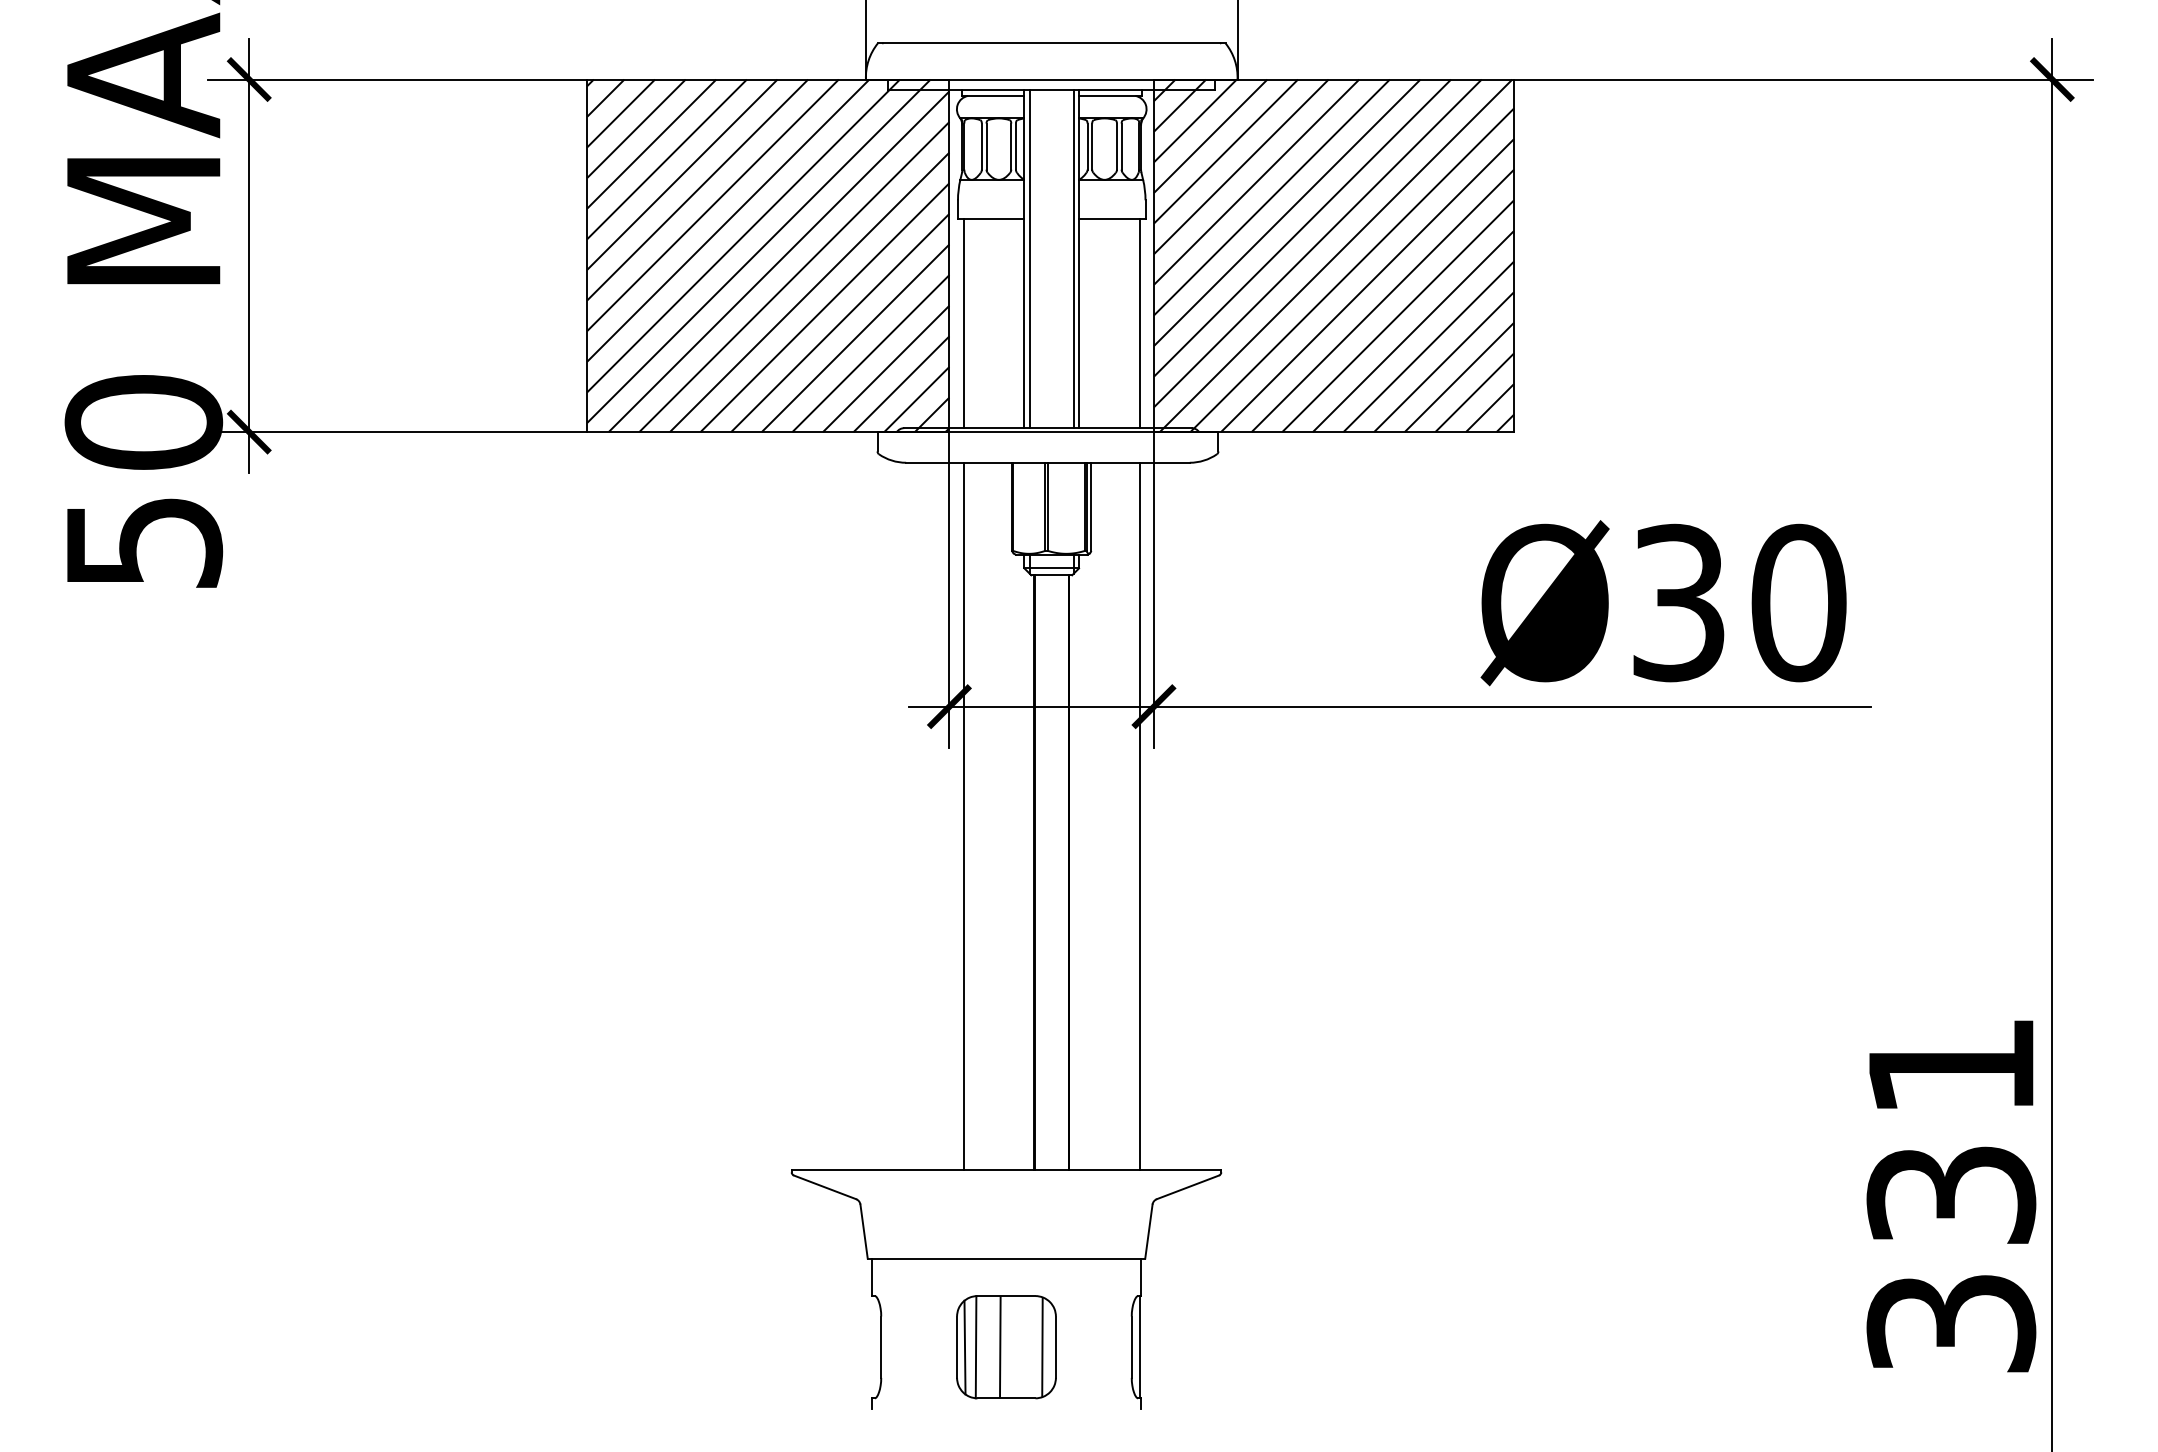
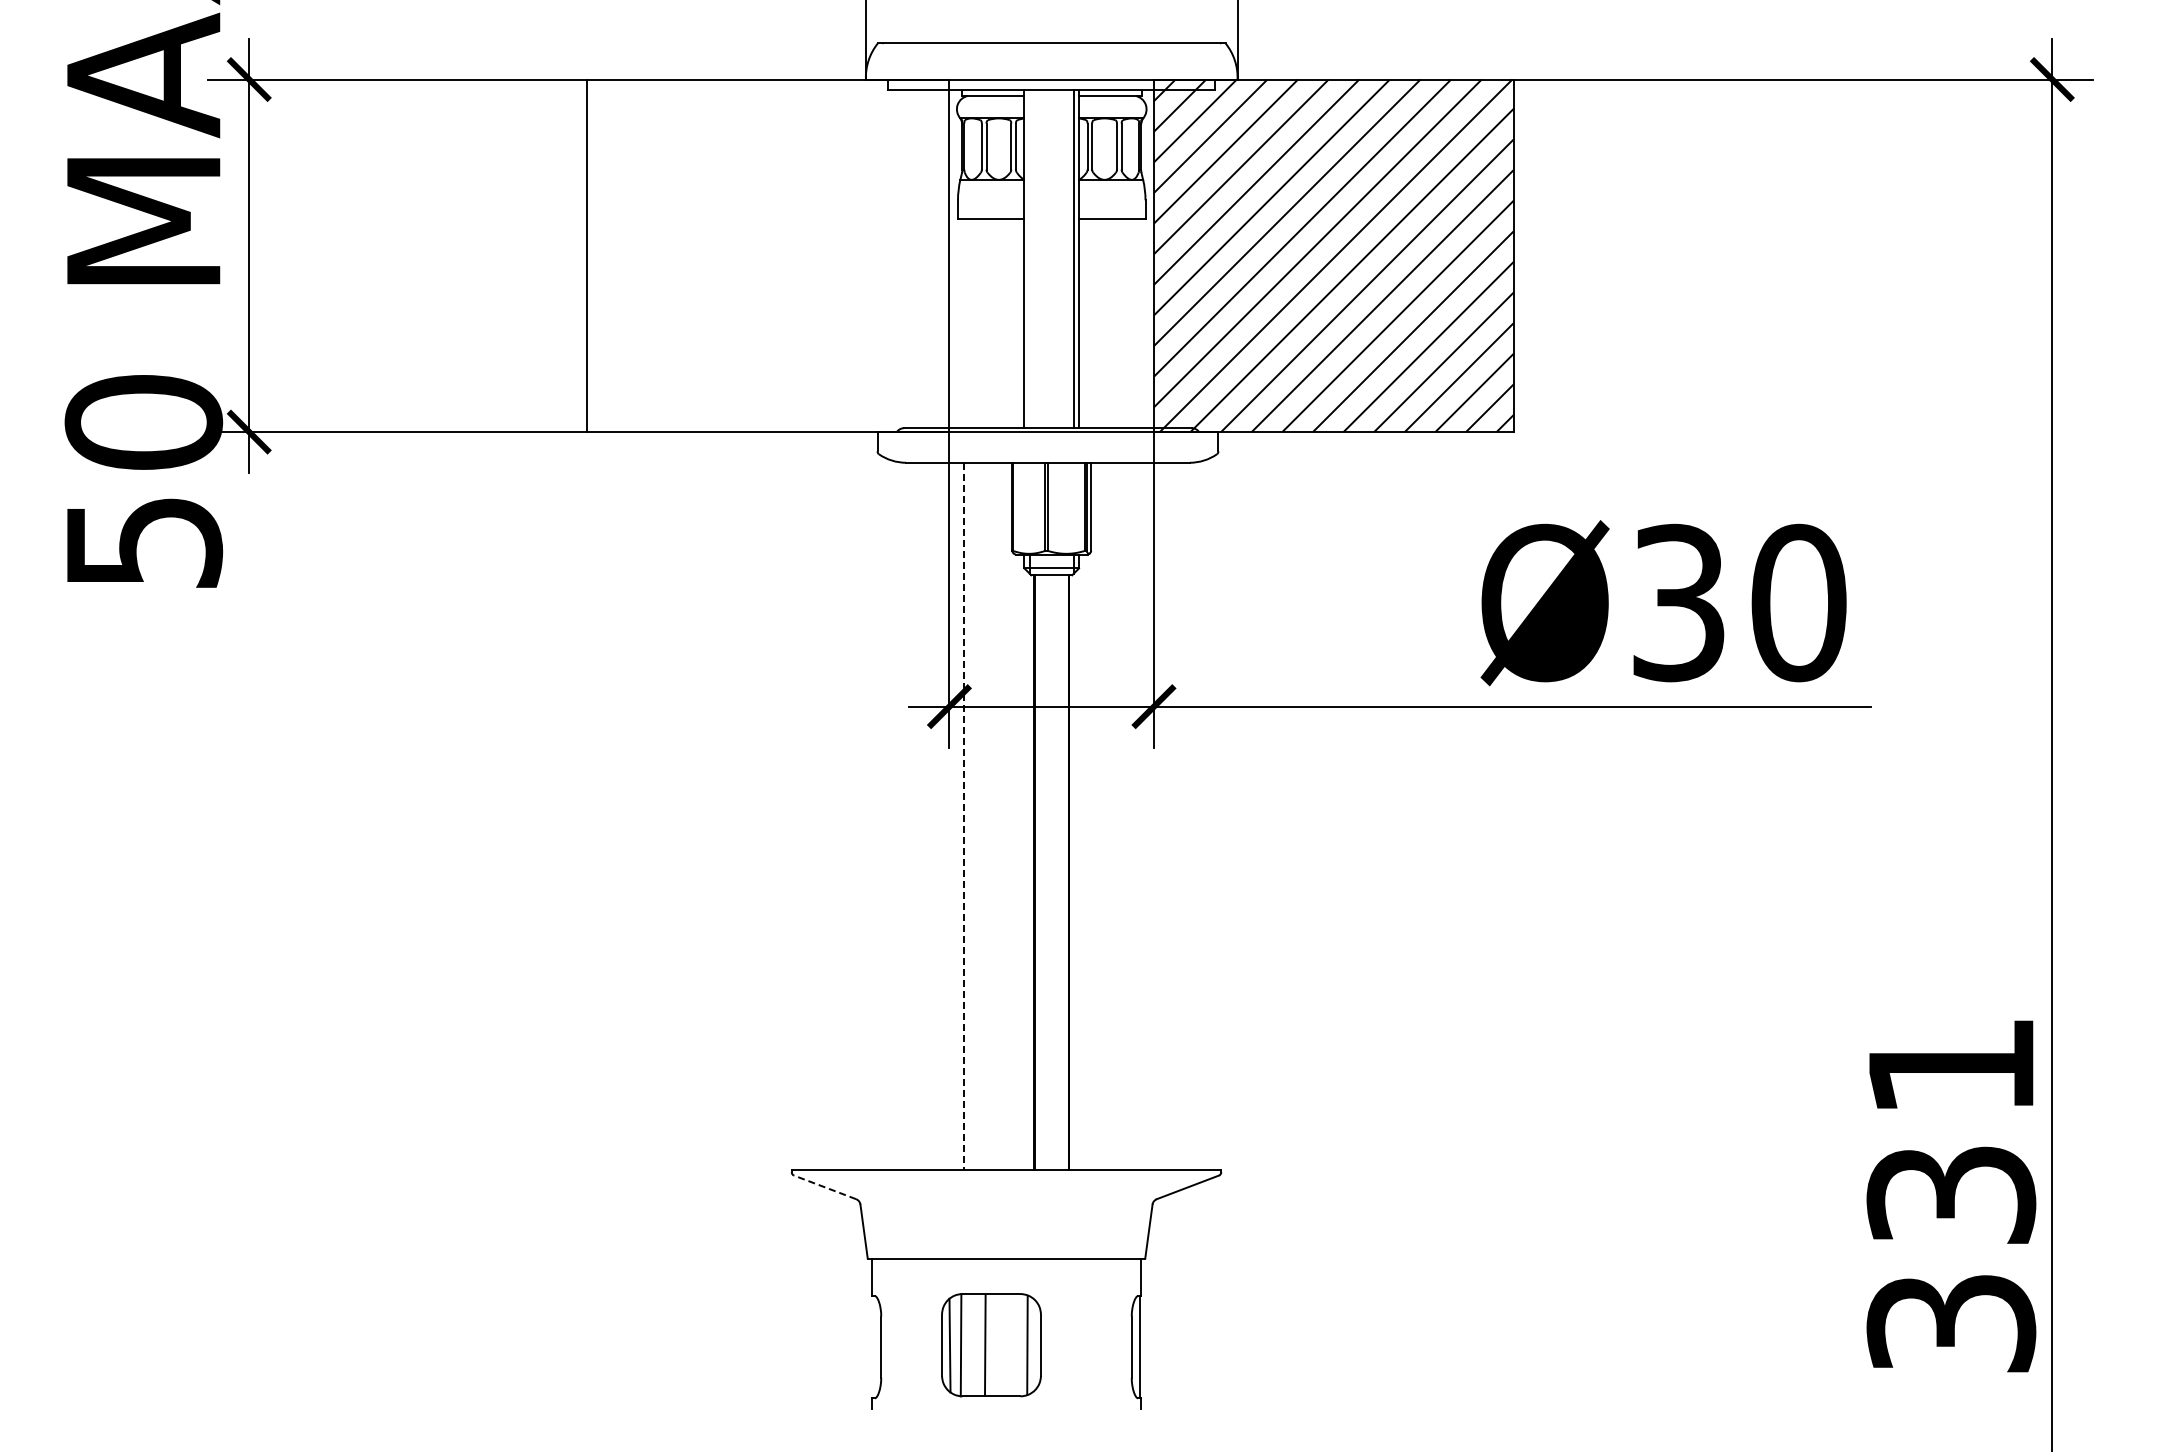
hatch at (768, 255): present -> none
line at (1029, 258): present -> none
line at (963, 323): present -> none
line at (1139, 323): present -> none
line at (1139, 815): present -> none
line at (963, 816): solid -> dashed
line at (824, 1187): solid -> dashed
part at (1006, 1347) position: (1006, 1347) -> (991, 1345)
